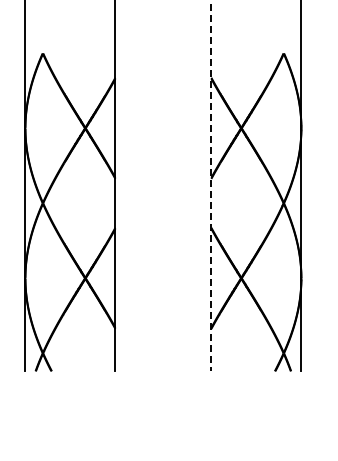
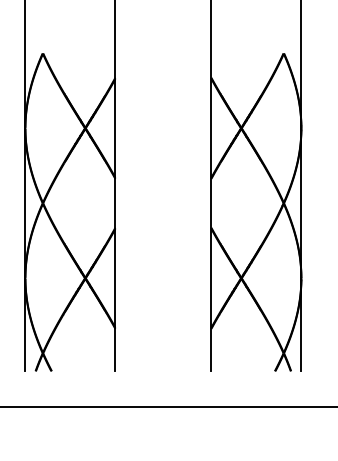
line at (211, 186): dashed -> solid
line at (168, 407): none -> present
